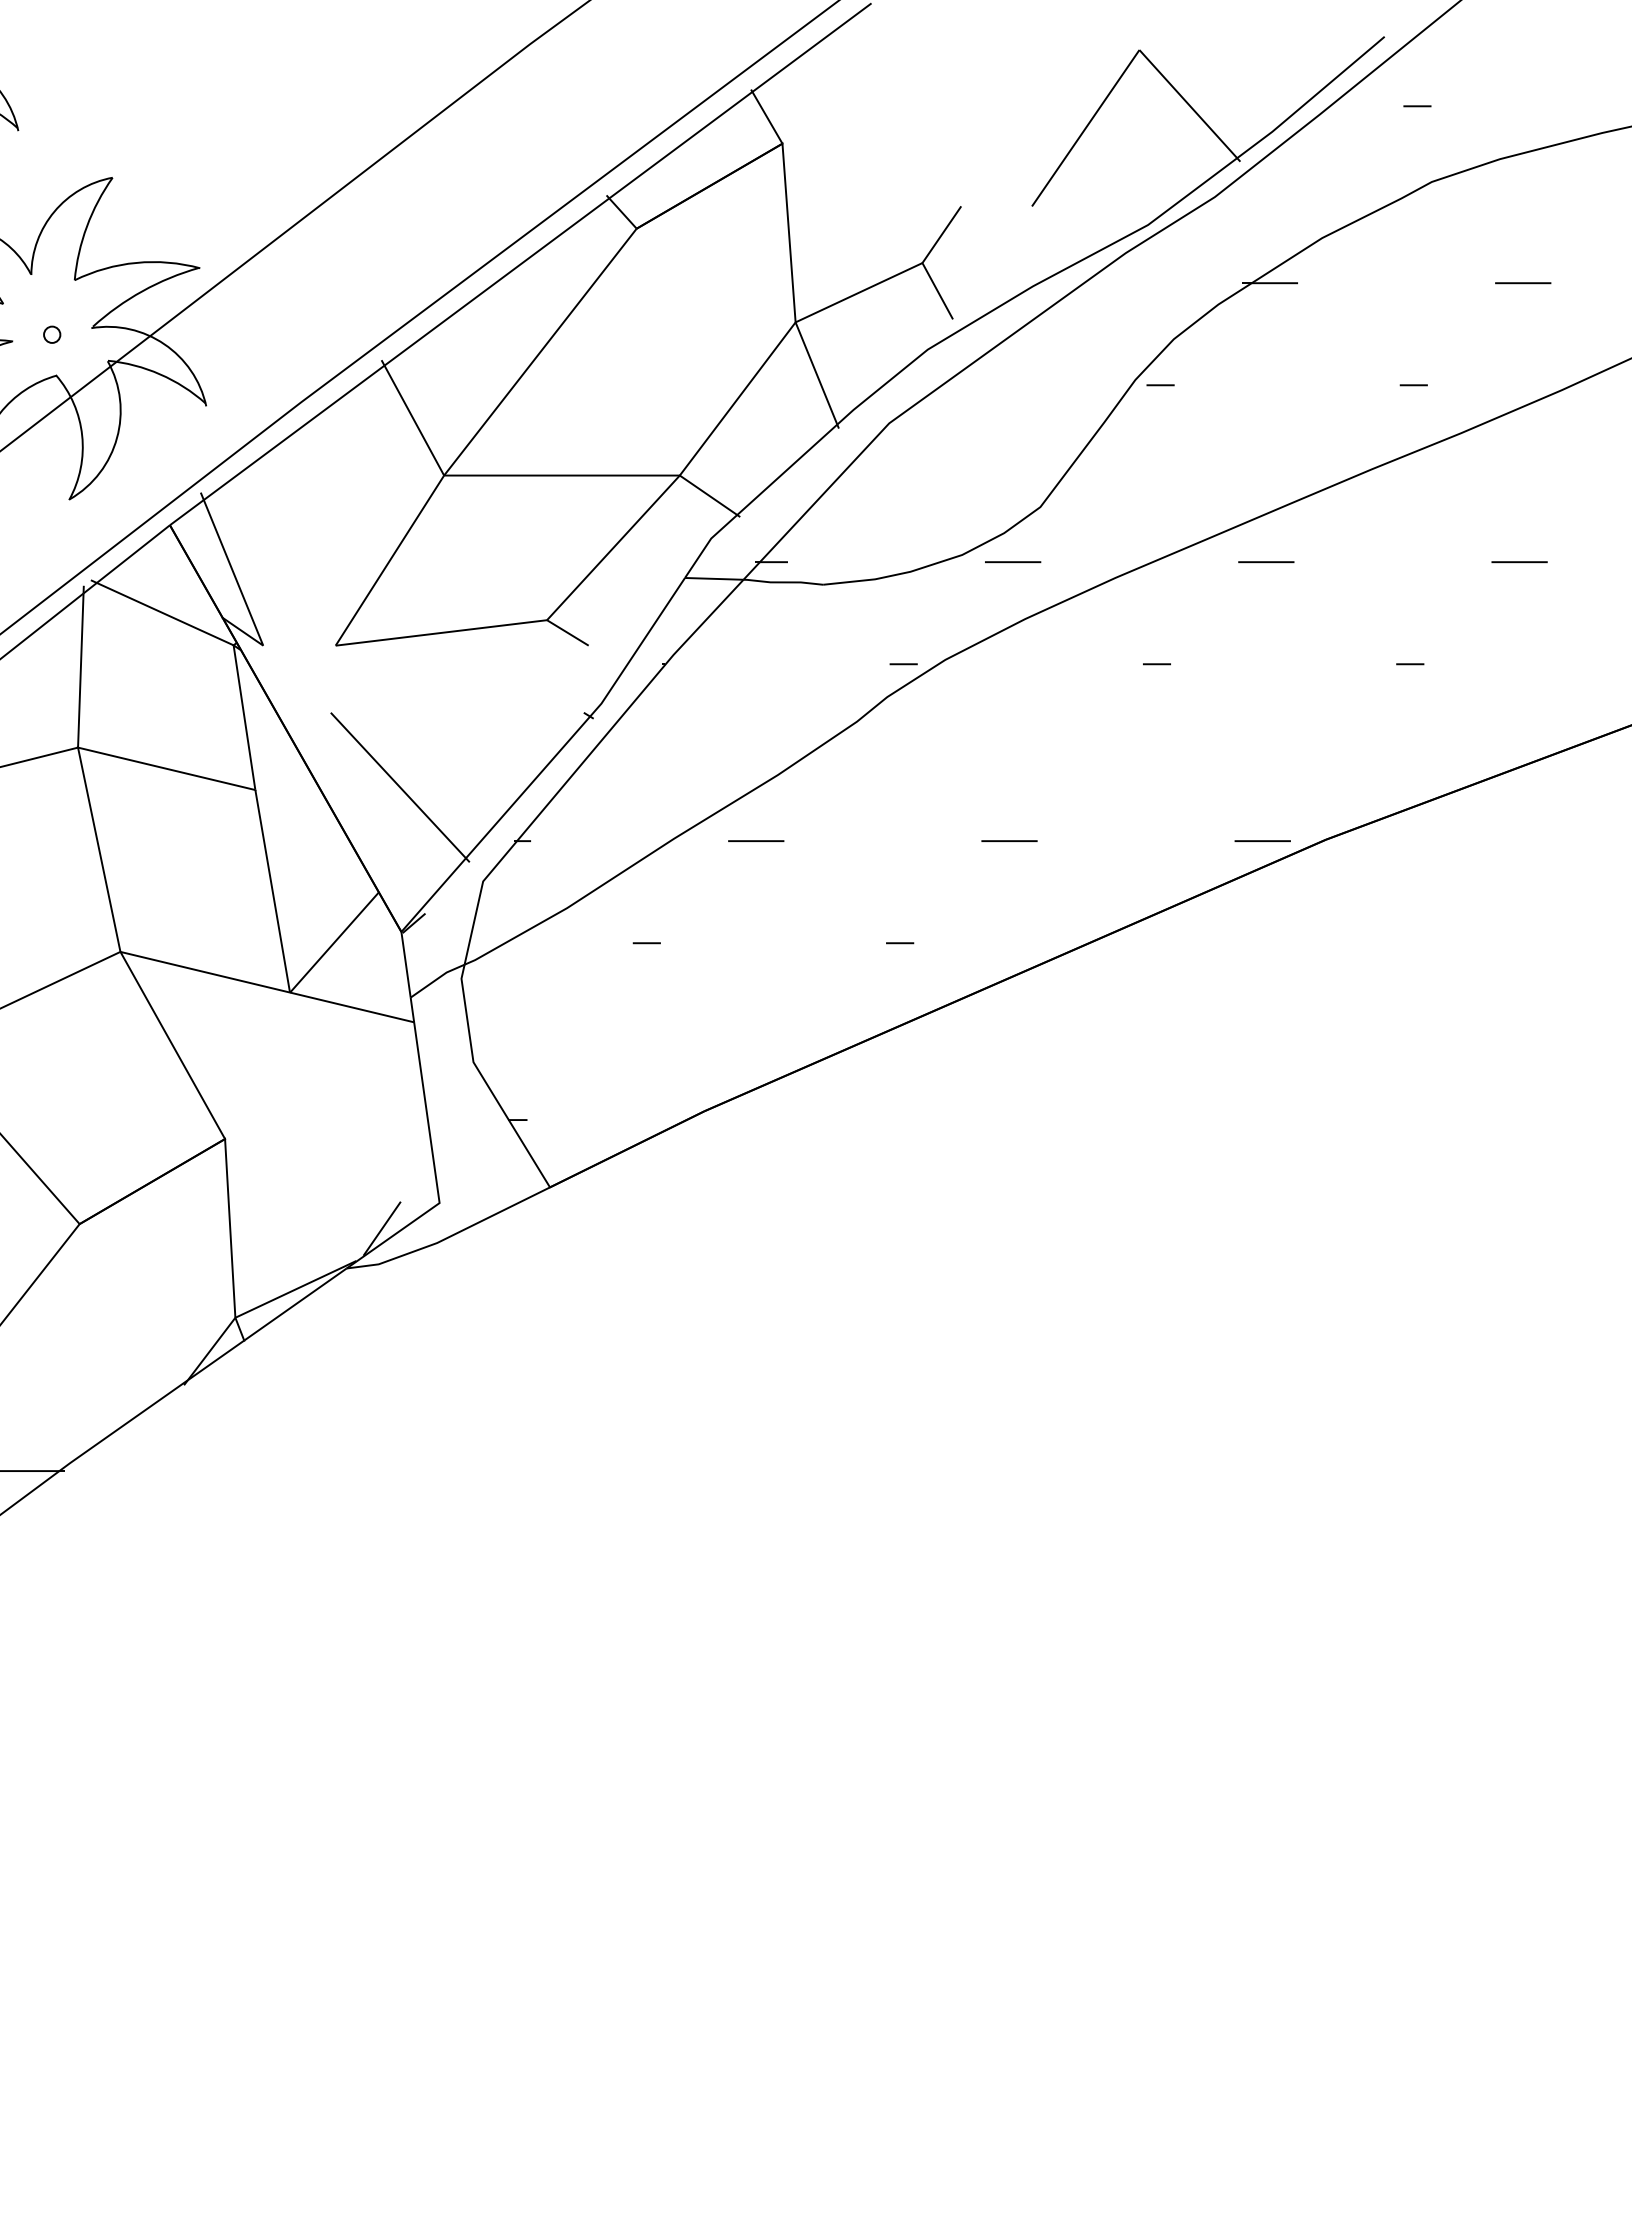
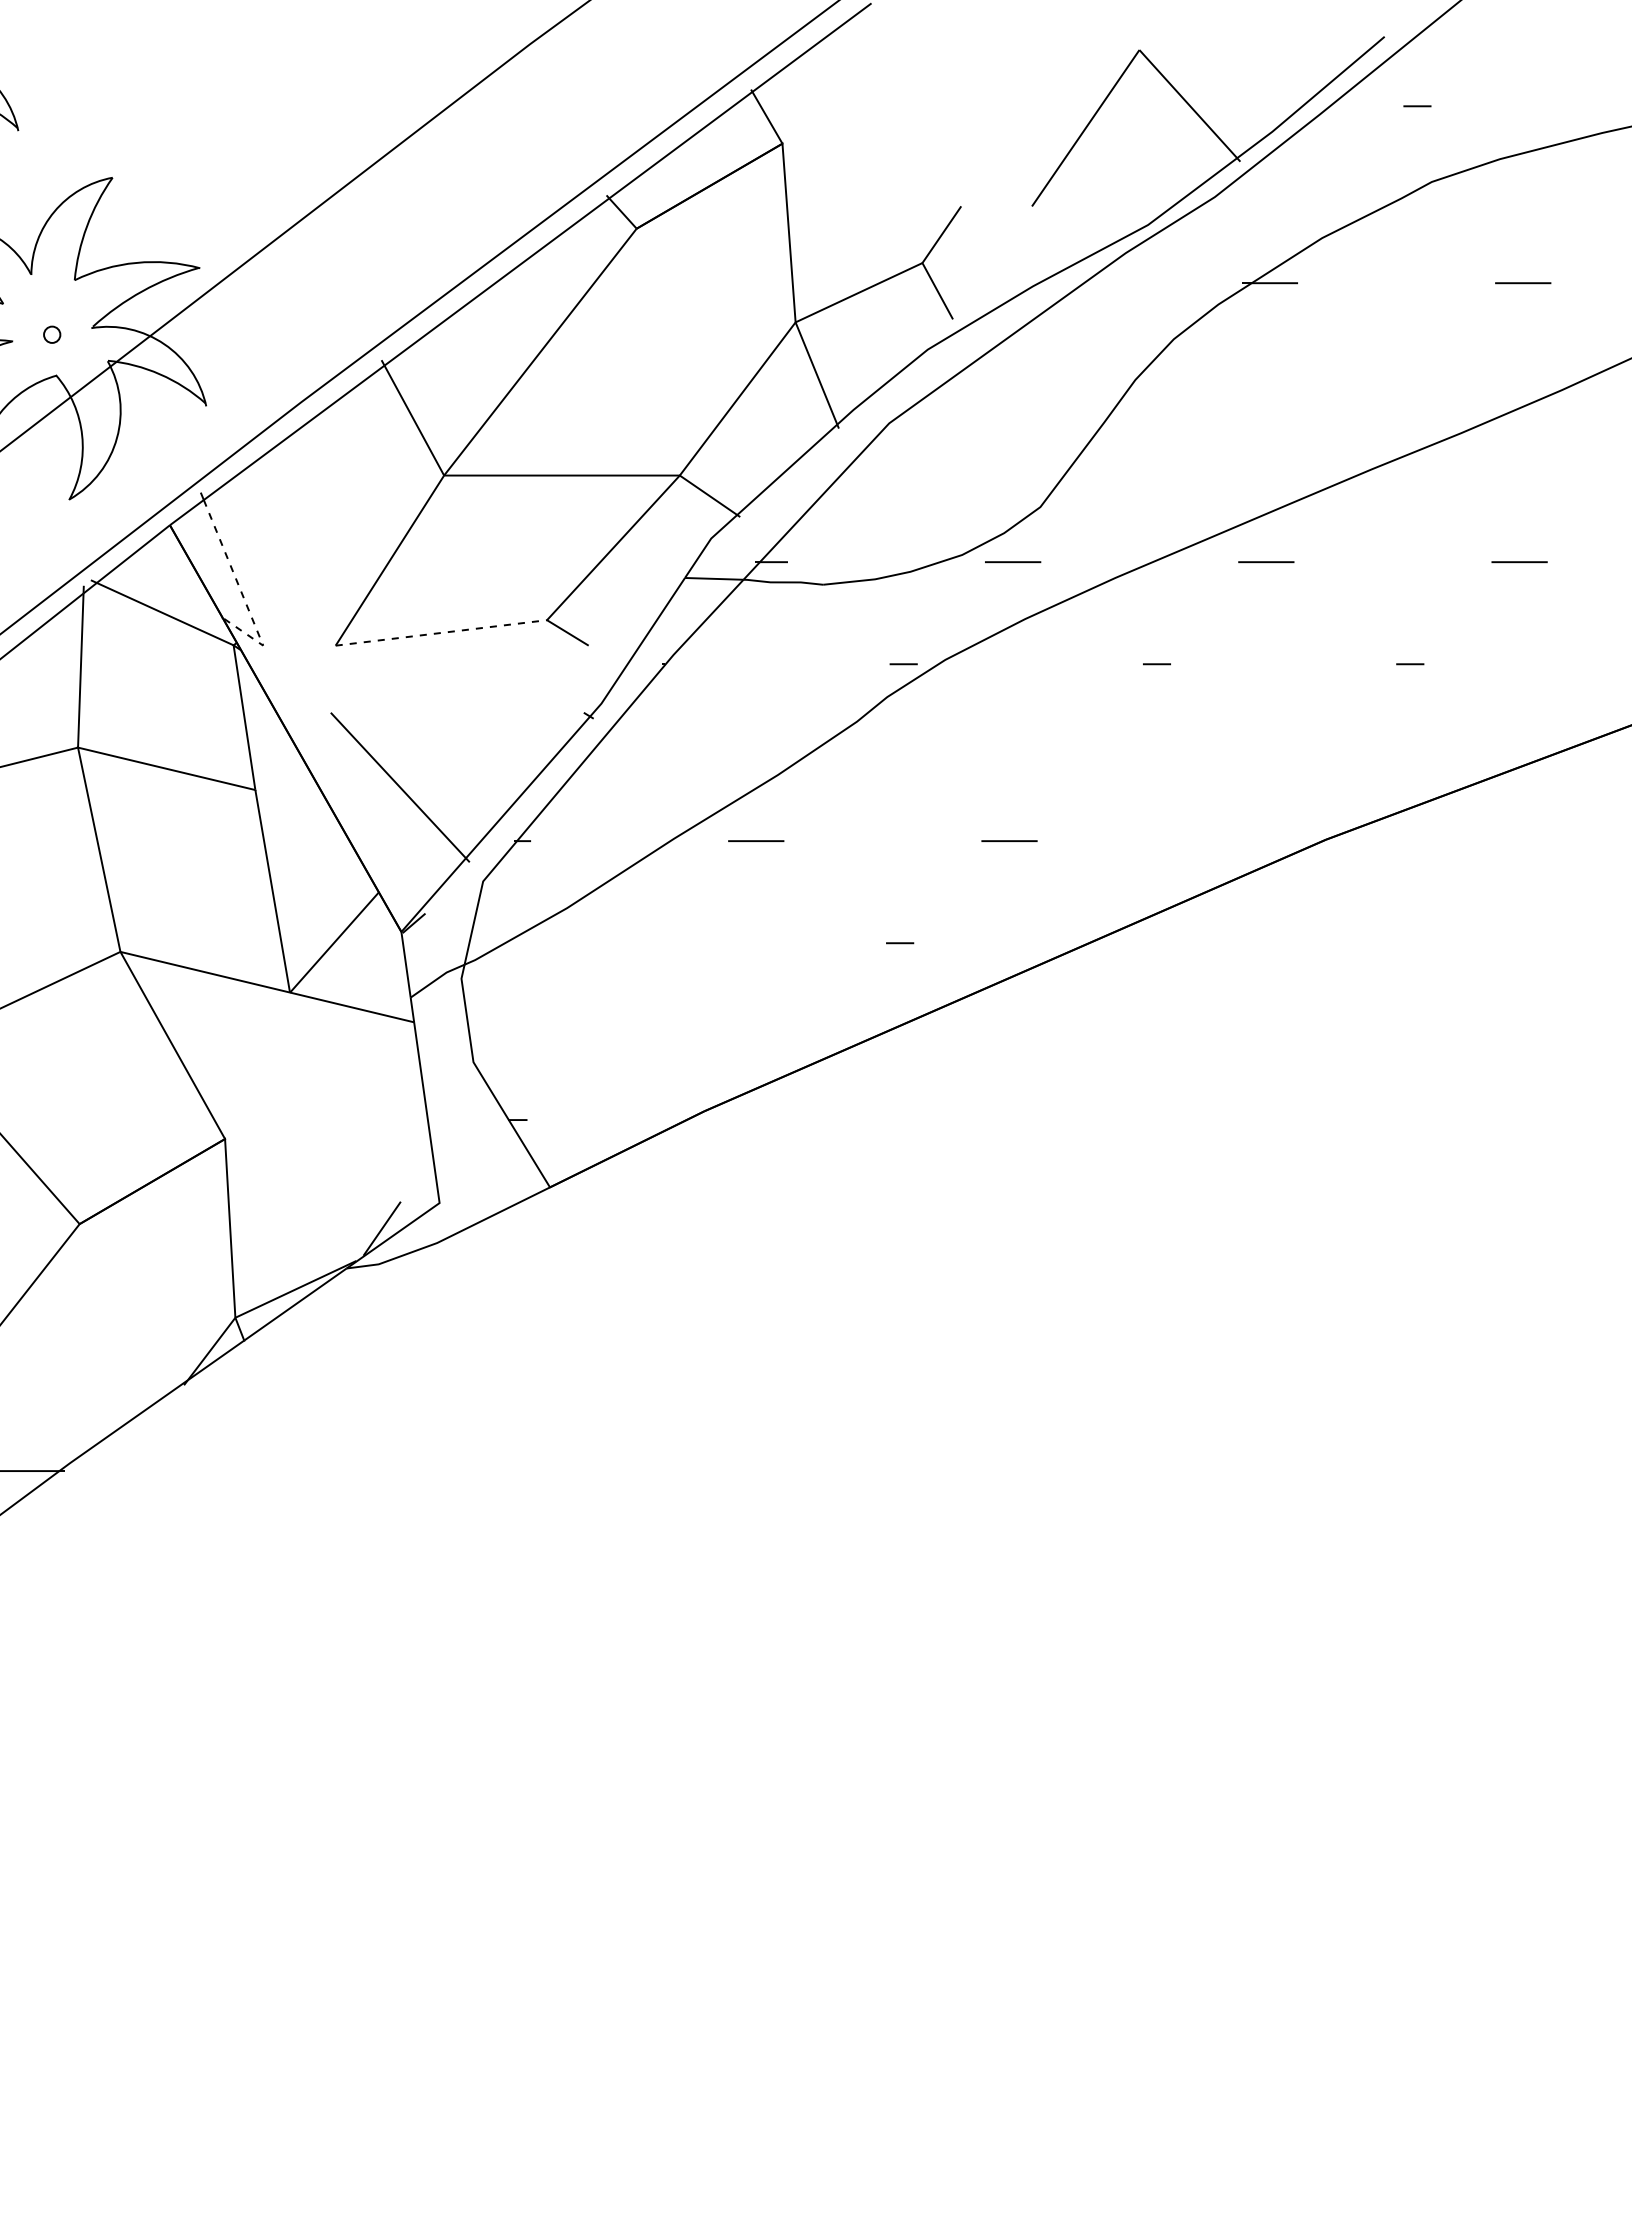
line at (1160, 385): present -> none
line at (1413, 385): present -> none
line at (243, 596): solid -> dashed
line at (441, 632): solid -> dashed
line at (1262, 840): present -> none
line at (646, 943): present -> none
